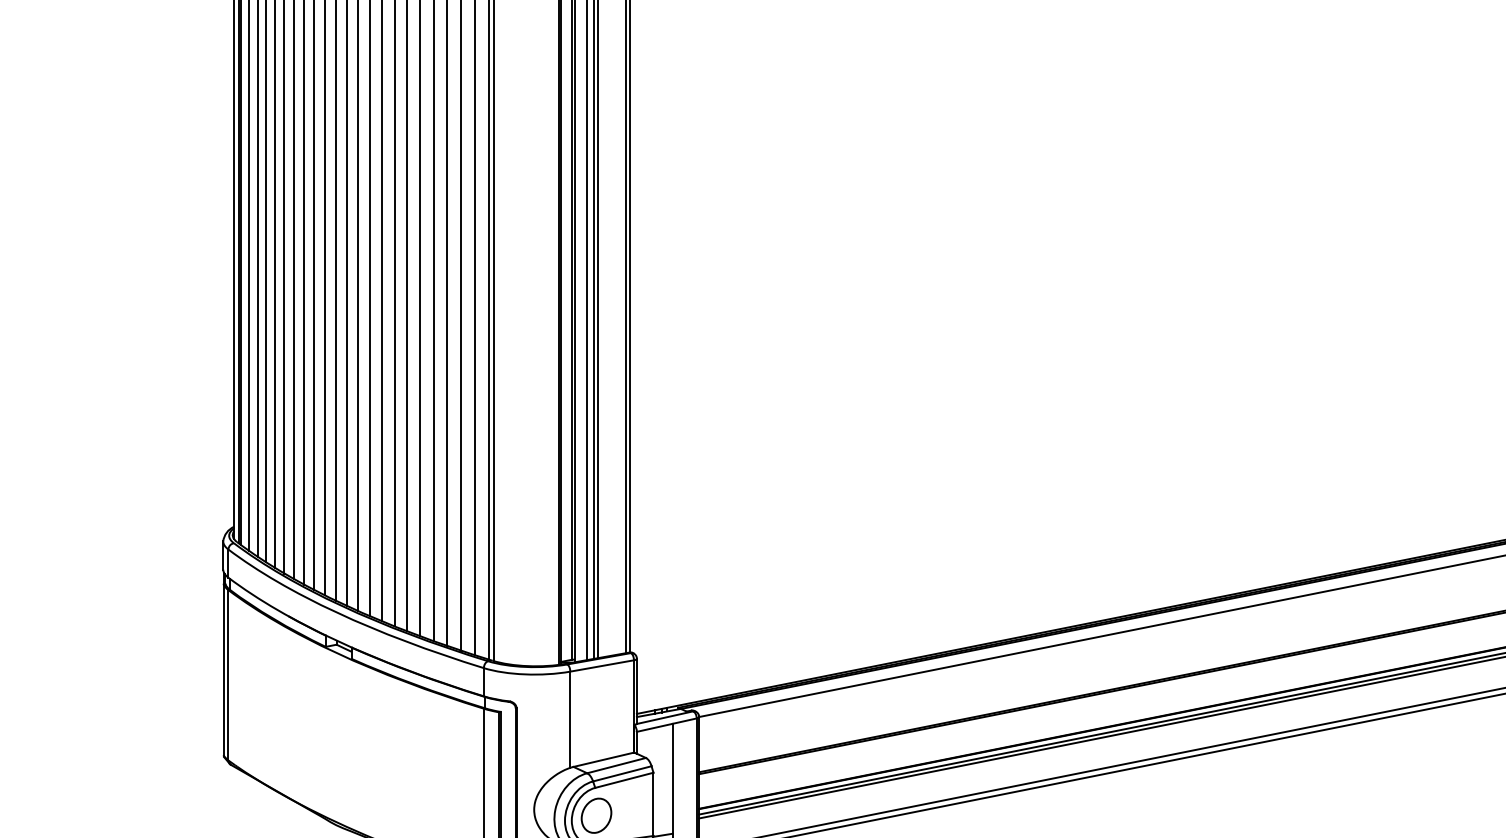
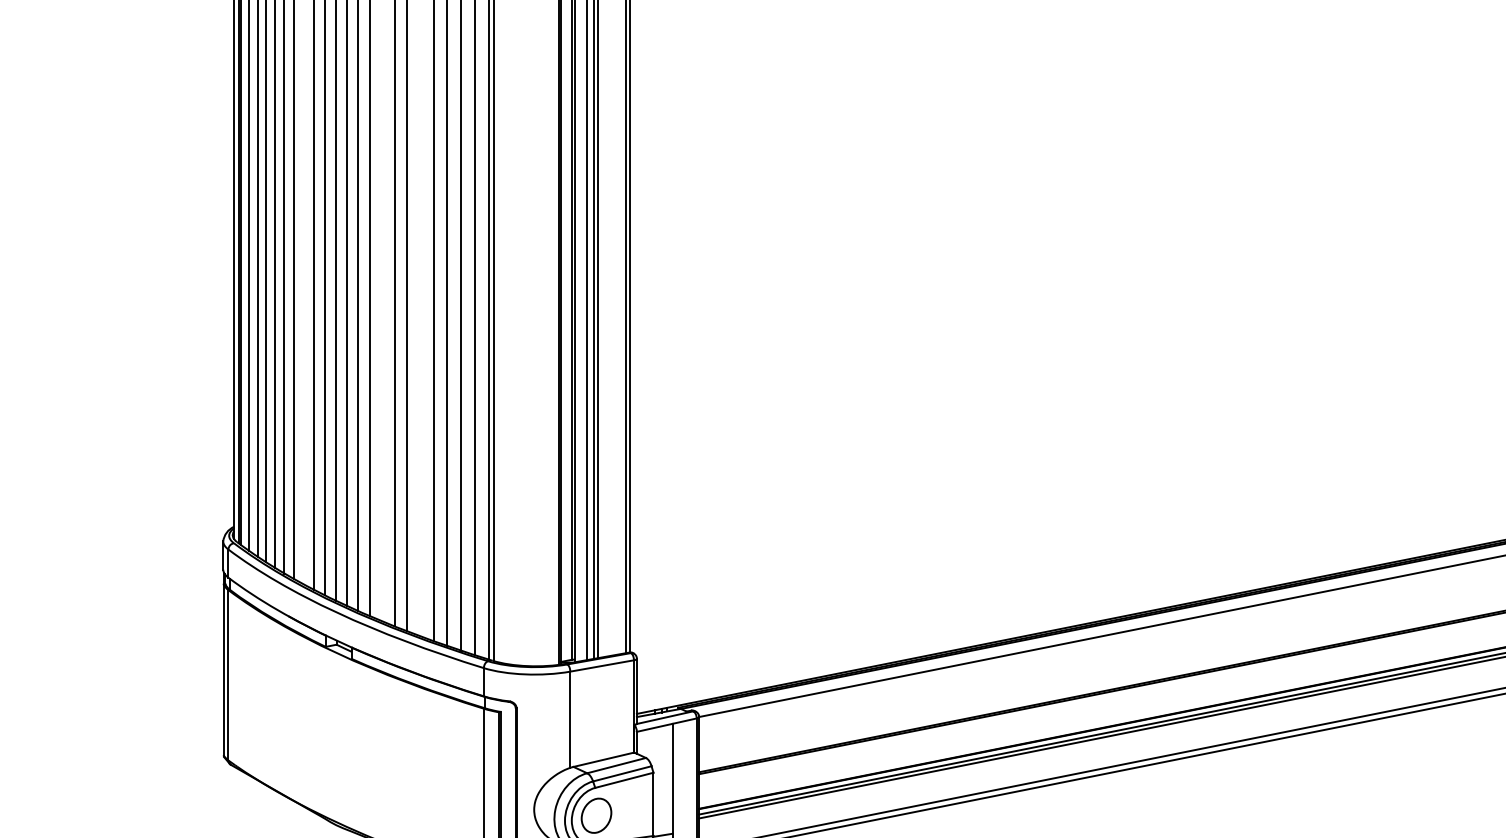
line at (304, 293): present -> none
line at (382, 311): present -> none
line at (420, 319): present -> none
